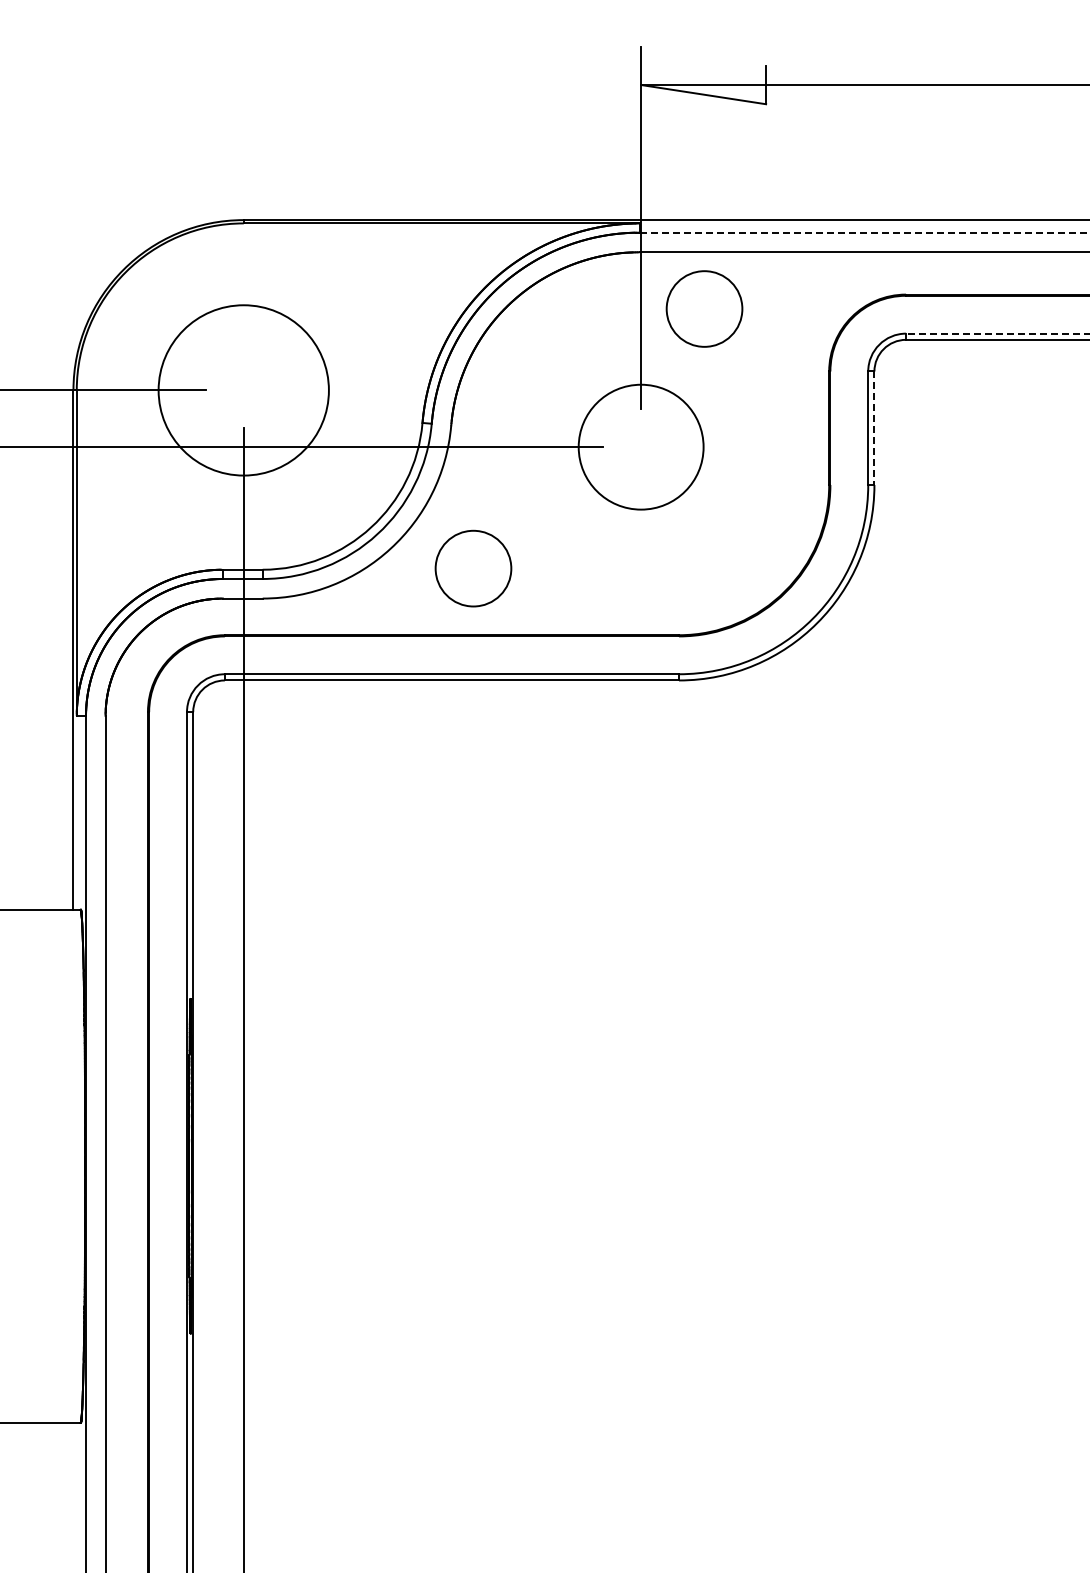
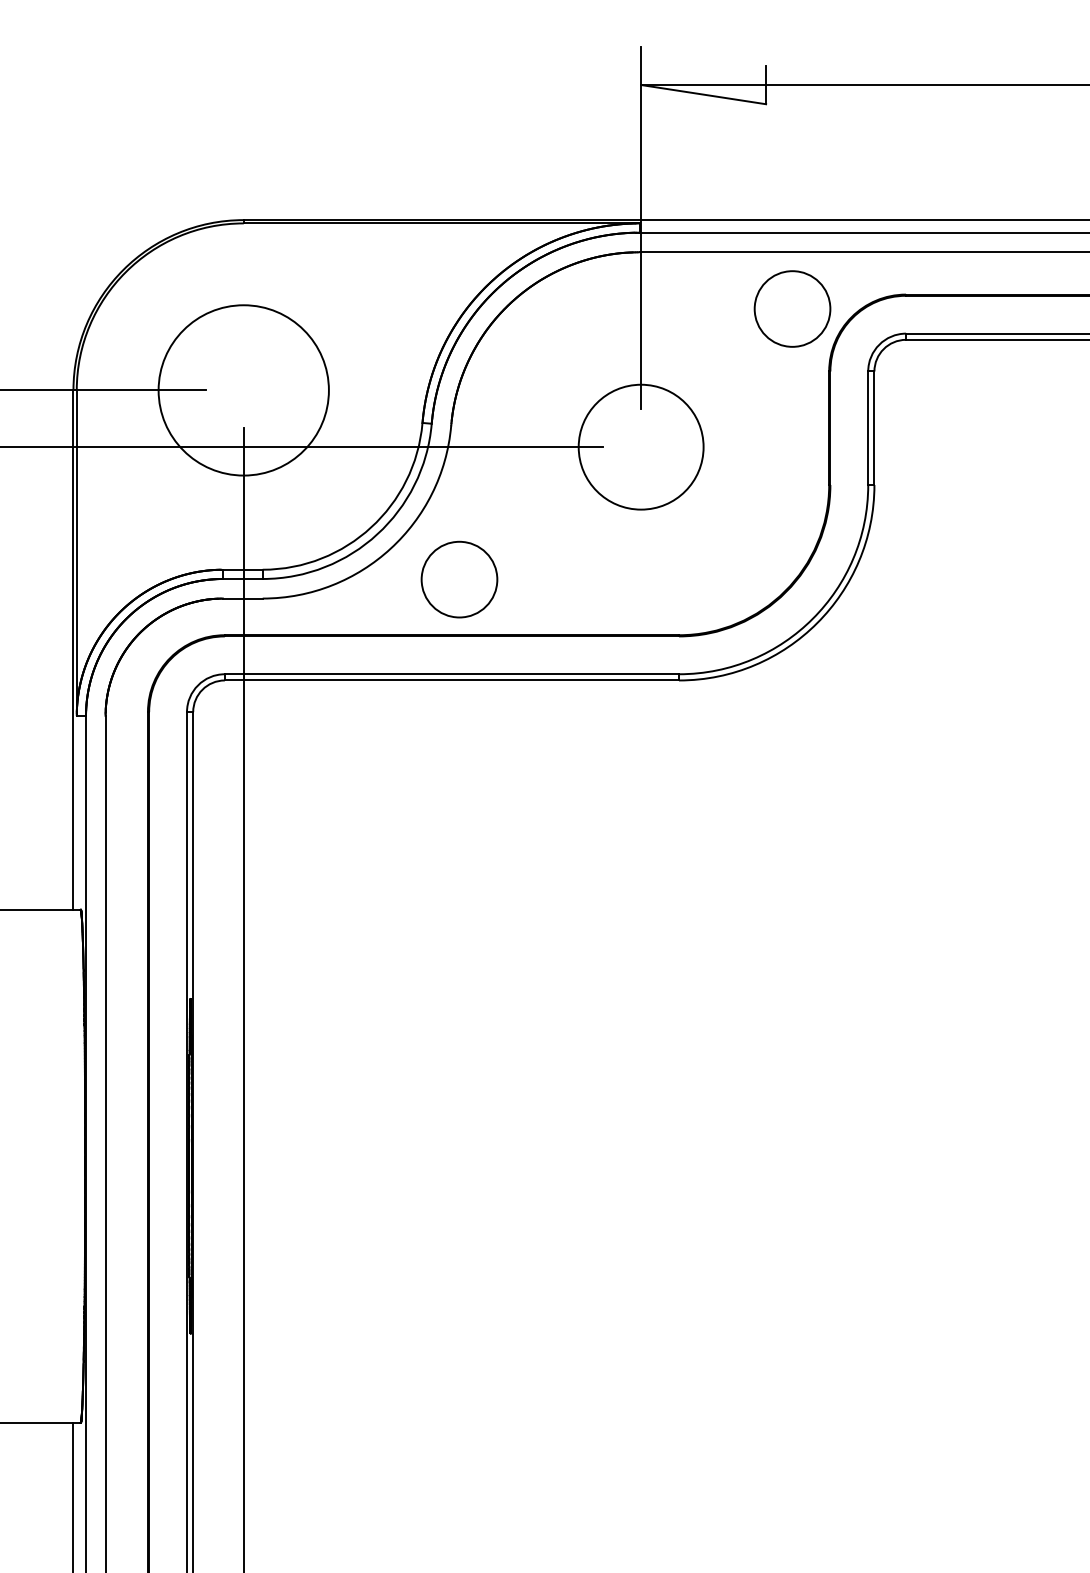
line at (864, 232): dashed -> solid
circle at (704, 308) position: (704, 308) -> (792, 308)
line at (998, 333): dashed -> solid
line at (874, 428): dashed -> solid
circle at (473, 568) position: (473, 568) -> (459, 579)
line at (73, 1495): none -> present
